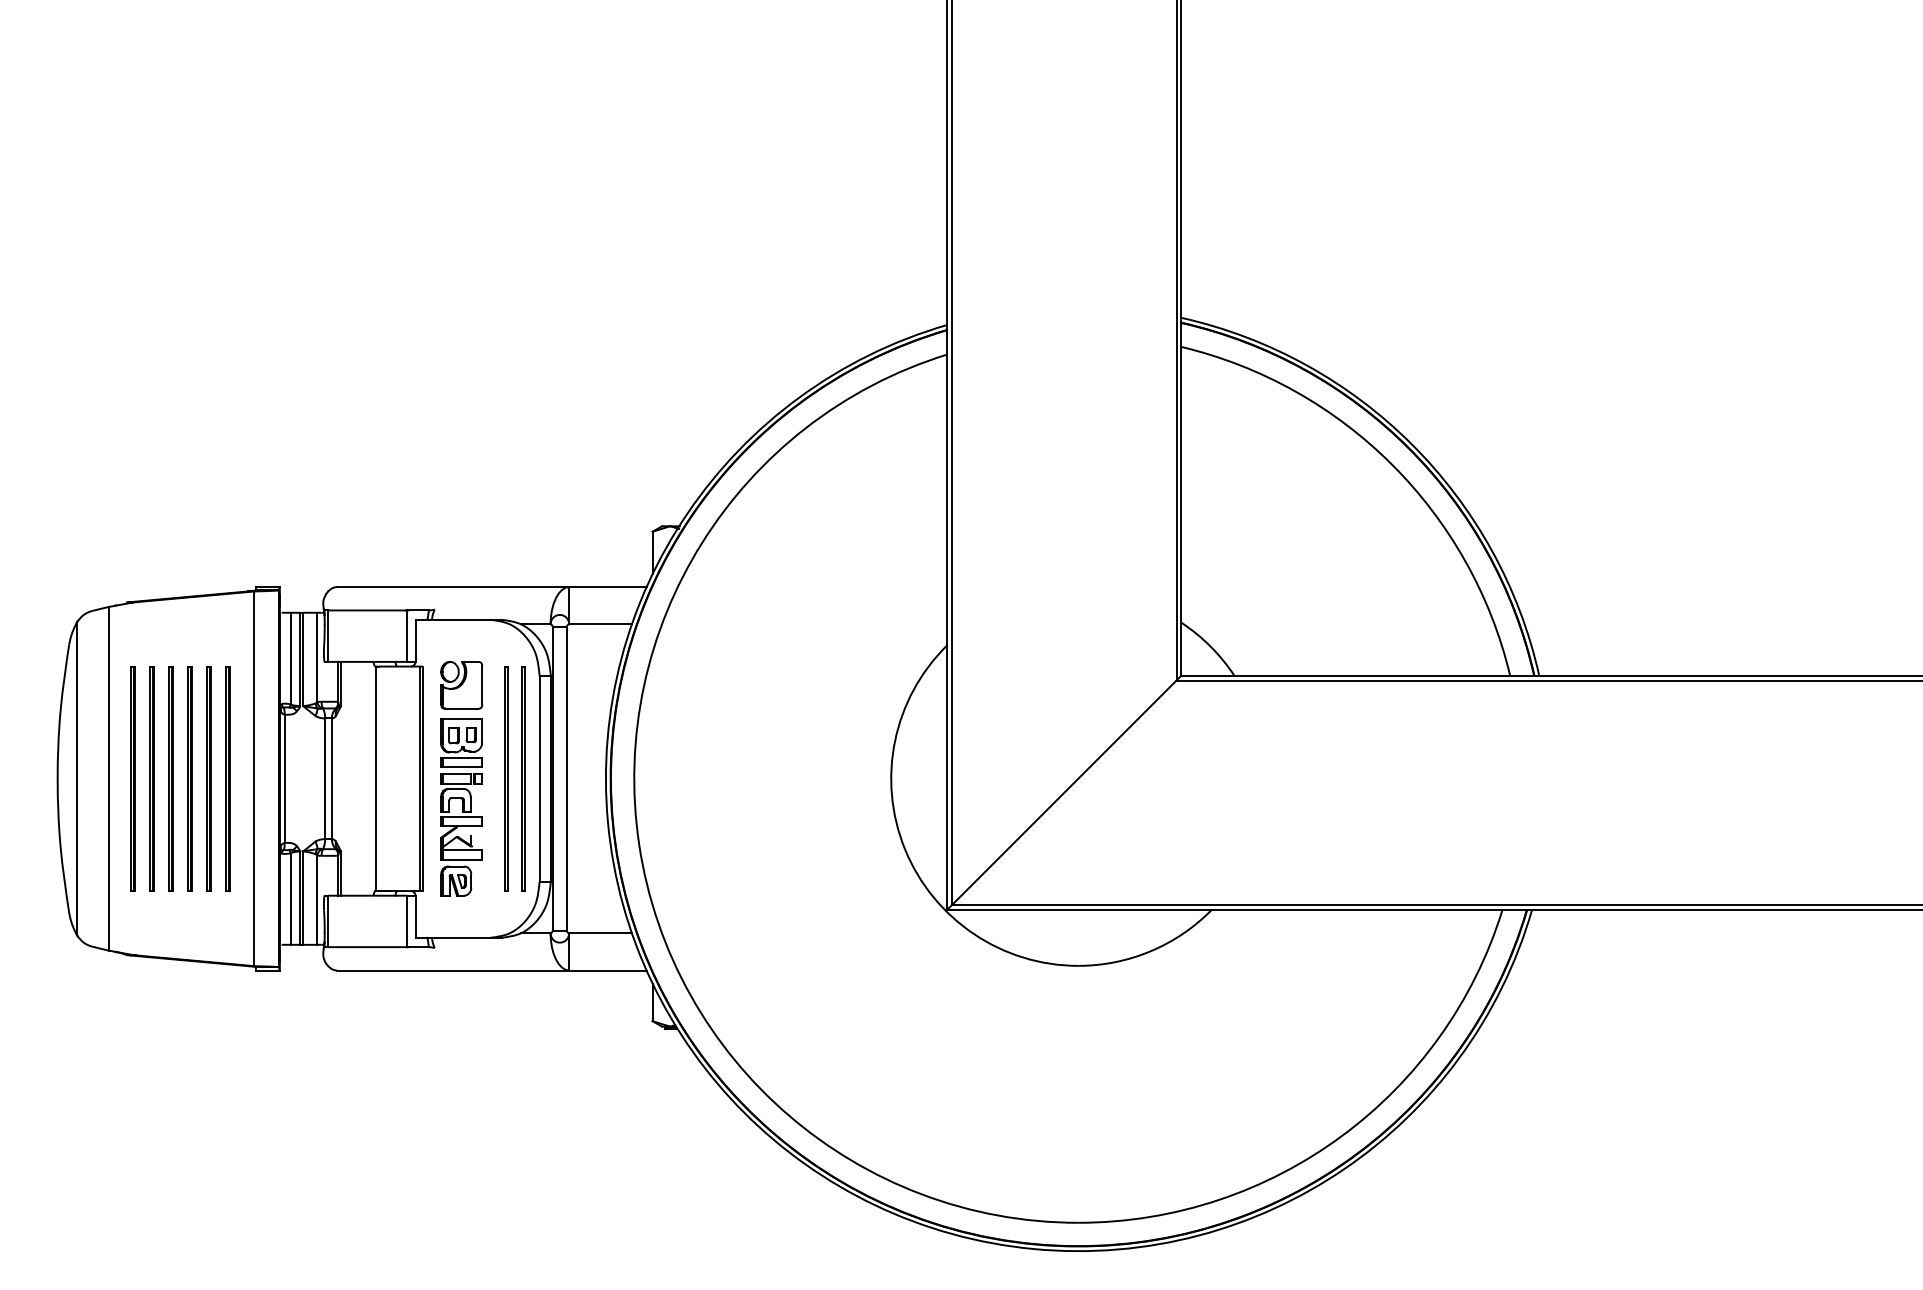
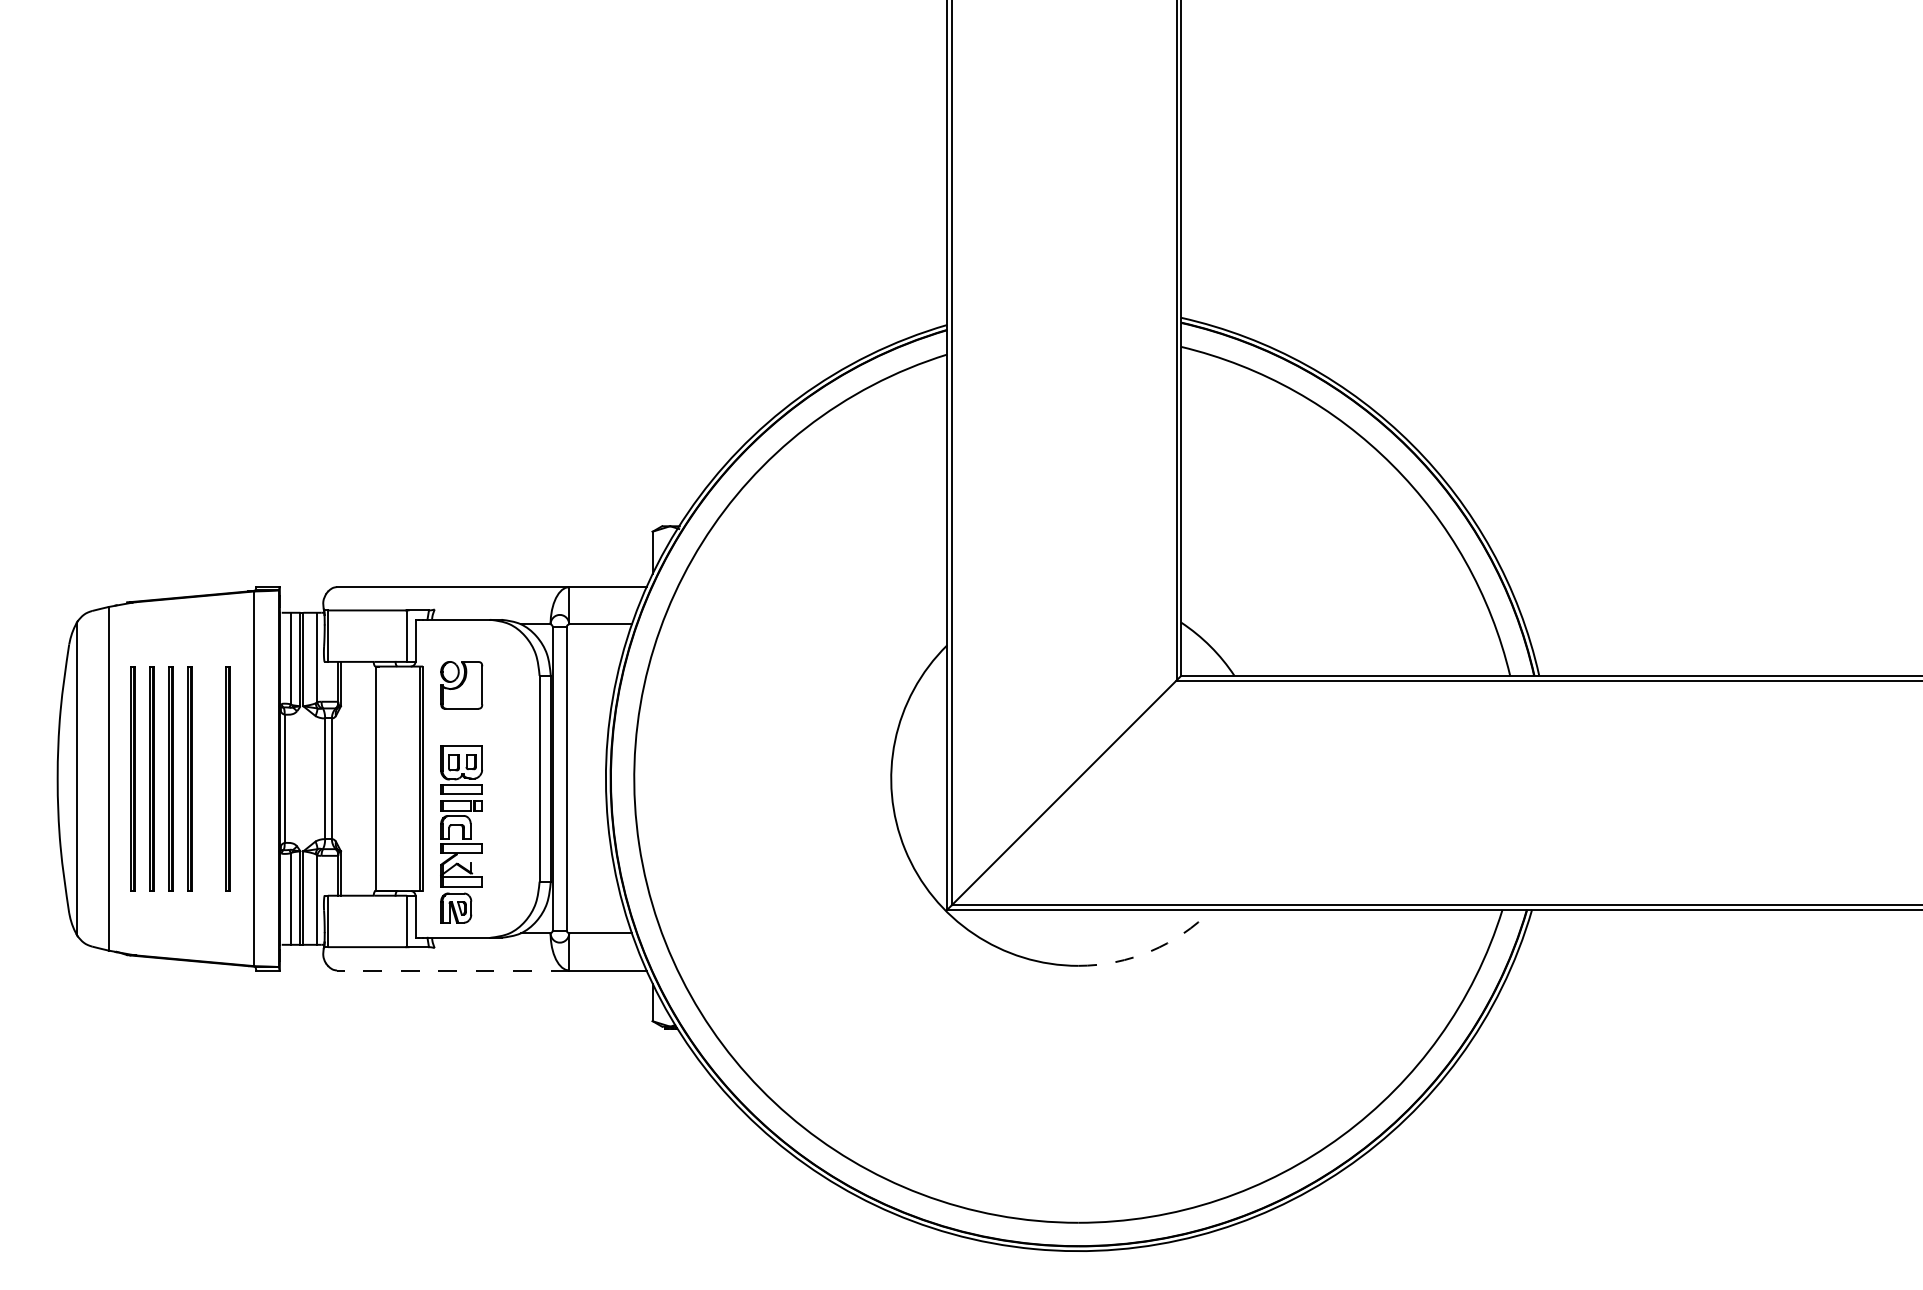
part at (208, 778): present -> none
line at (505, 778): present -> none
line at (522, 778): present -> none
part at (461, 807) position: (461, 807) -> (461, 834)
arc at (1150, 951): solid -> dashed
line at (452, 970): solid -> dashed
